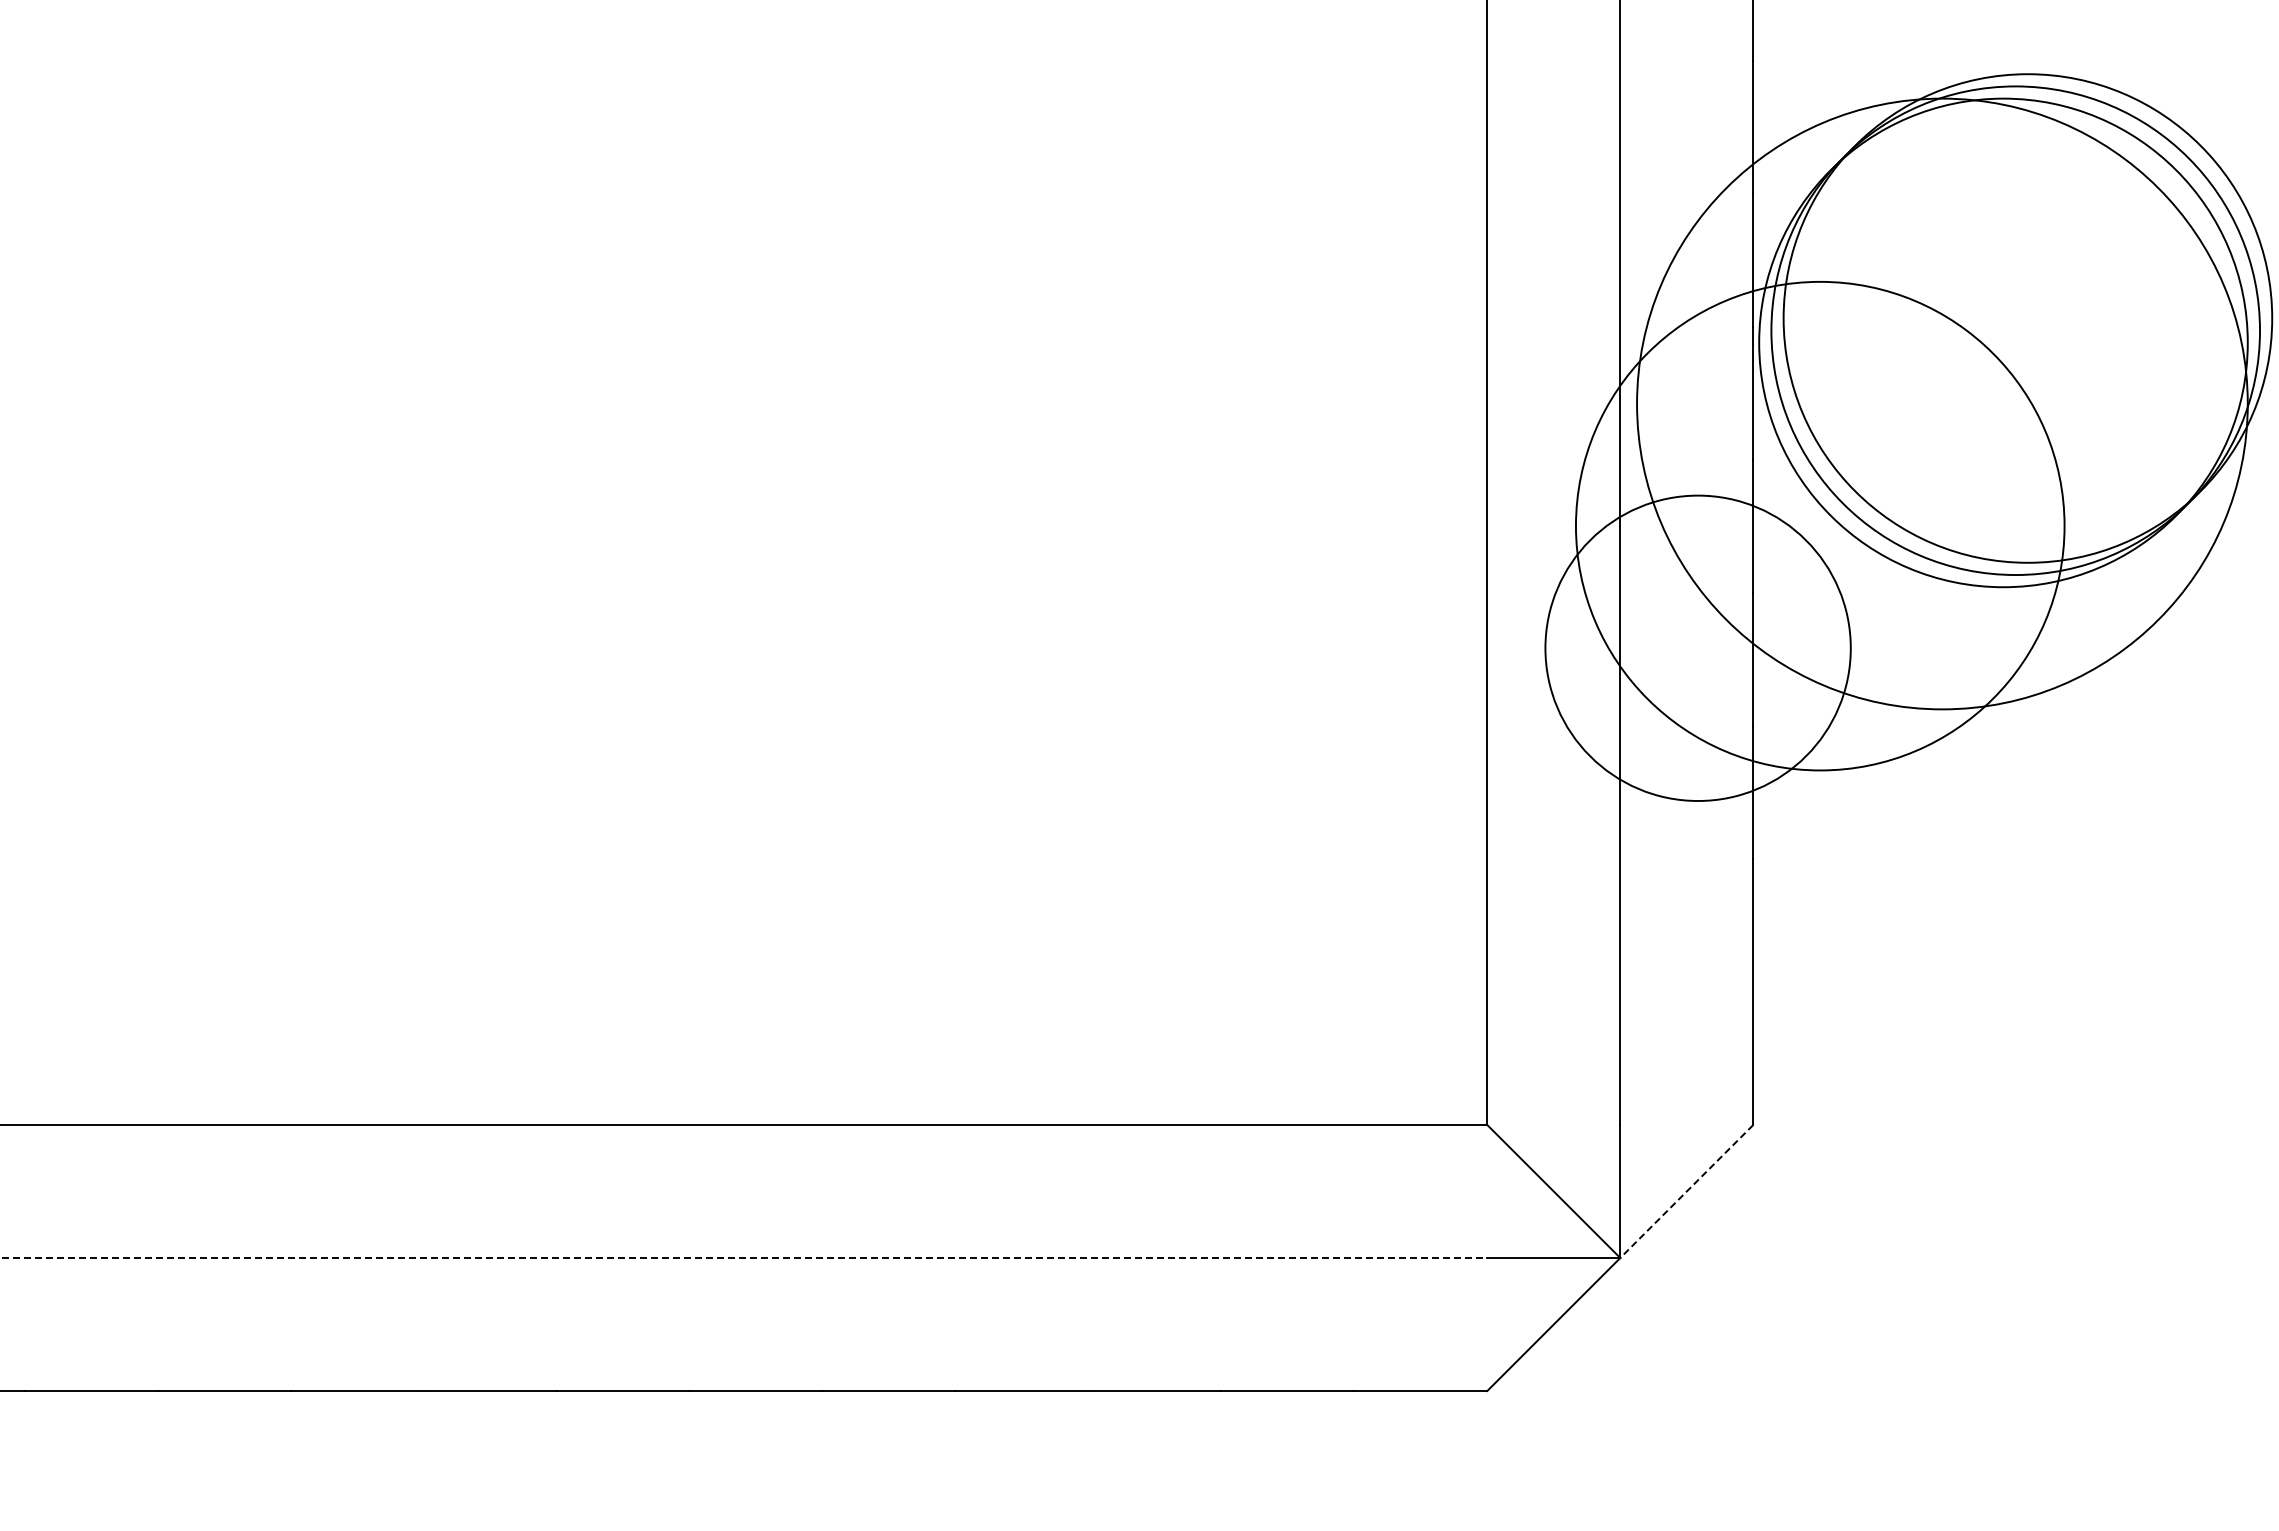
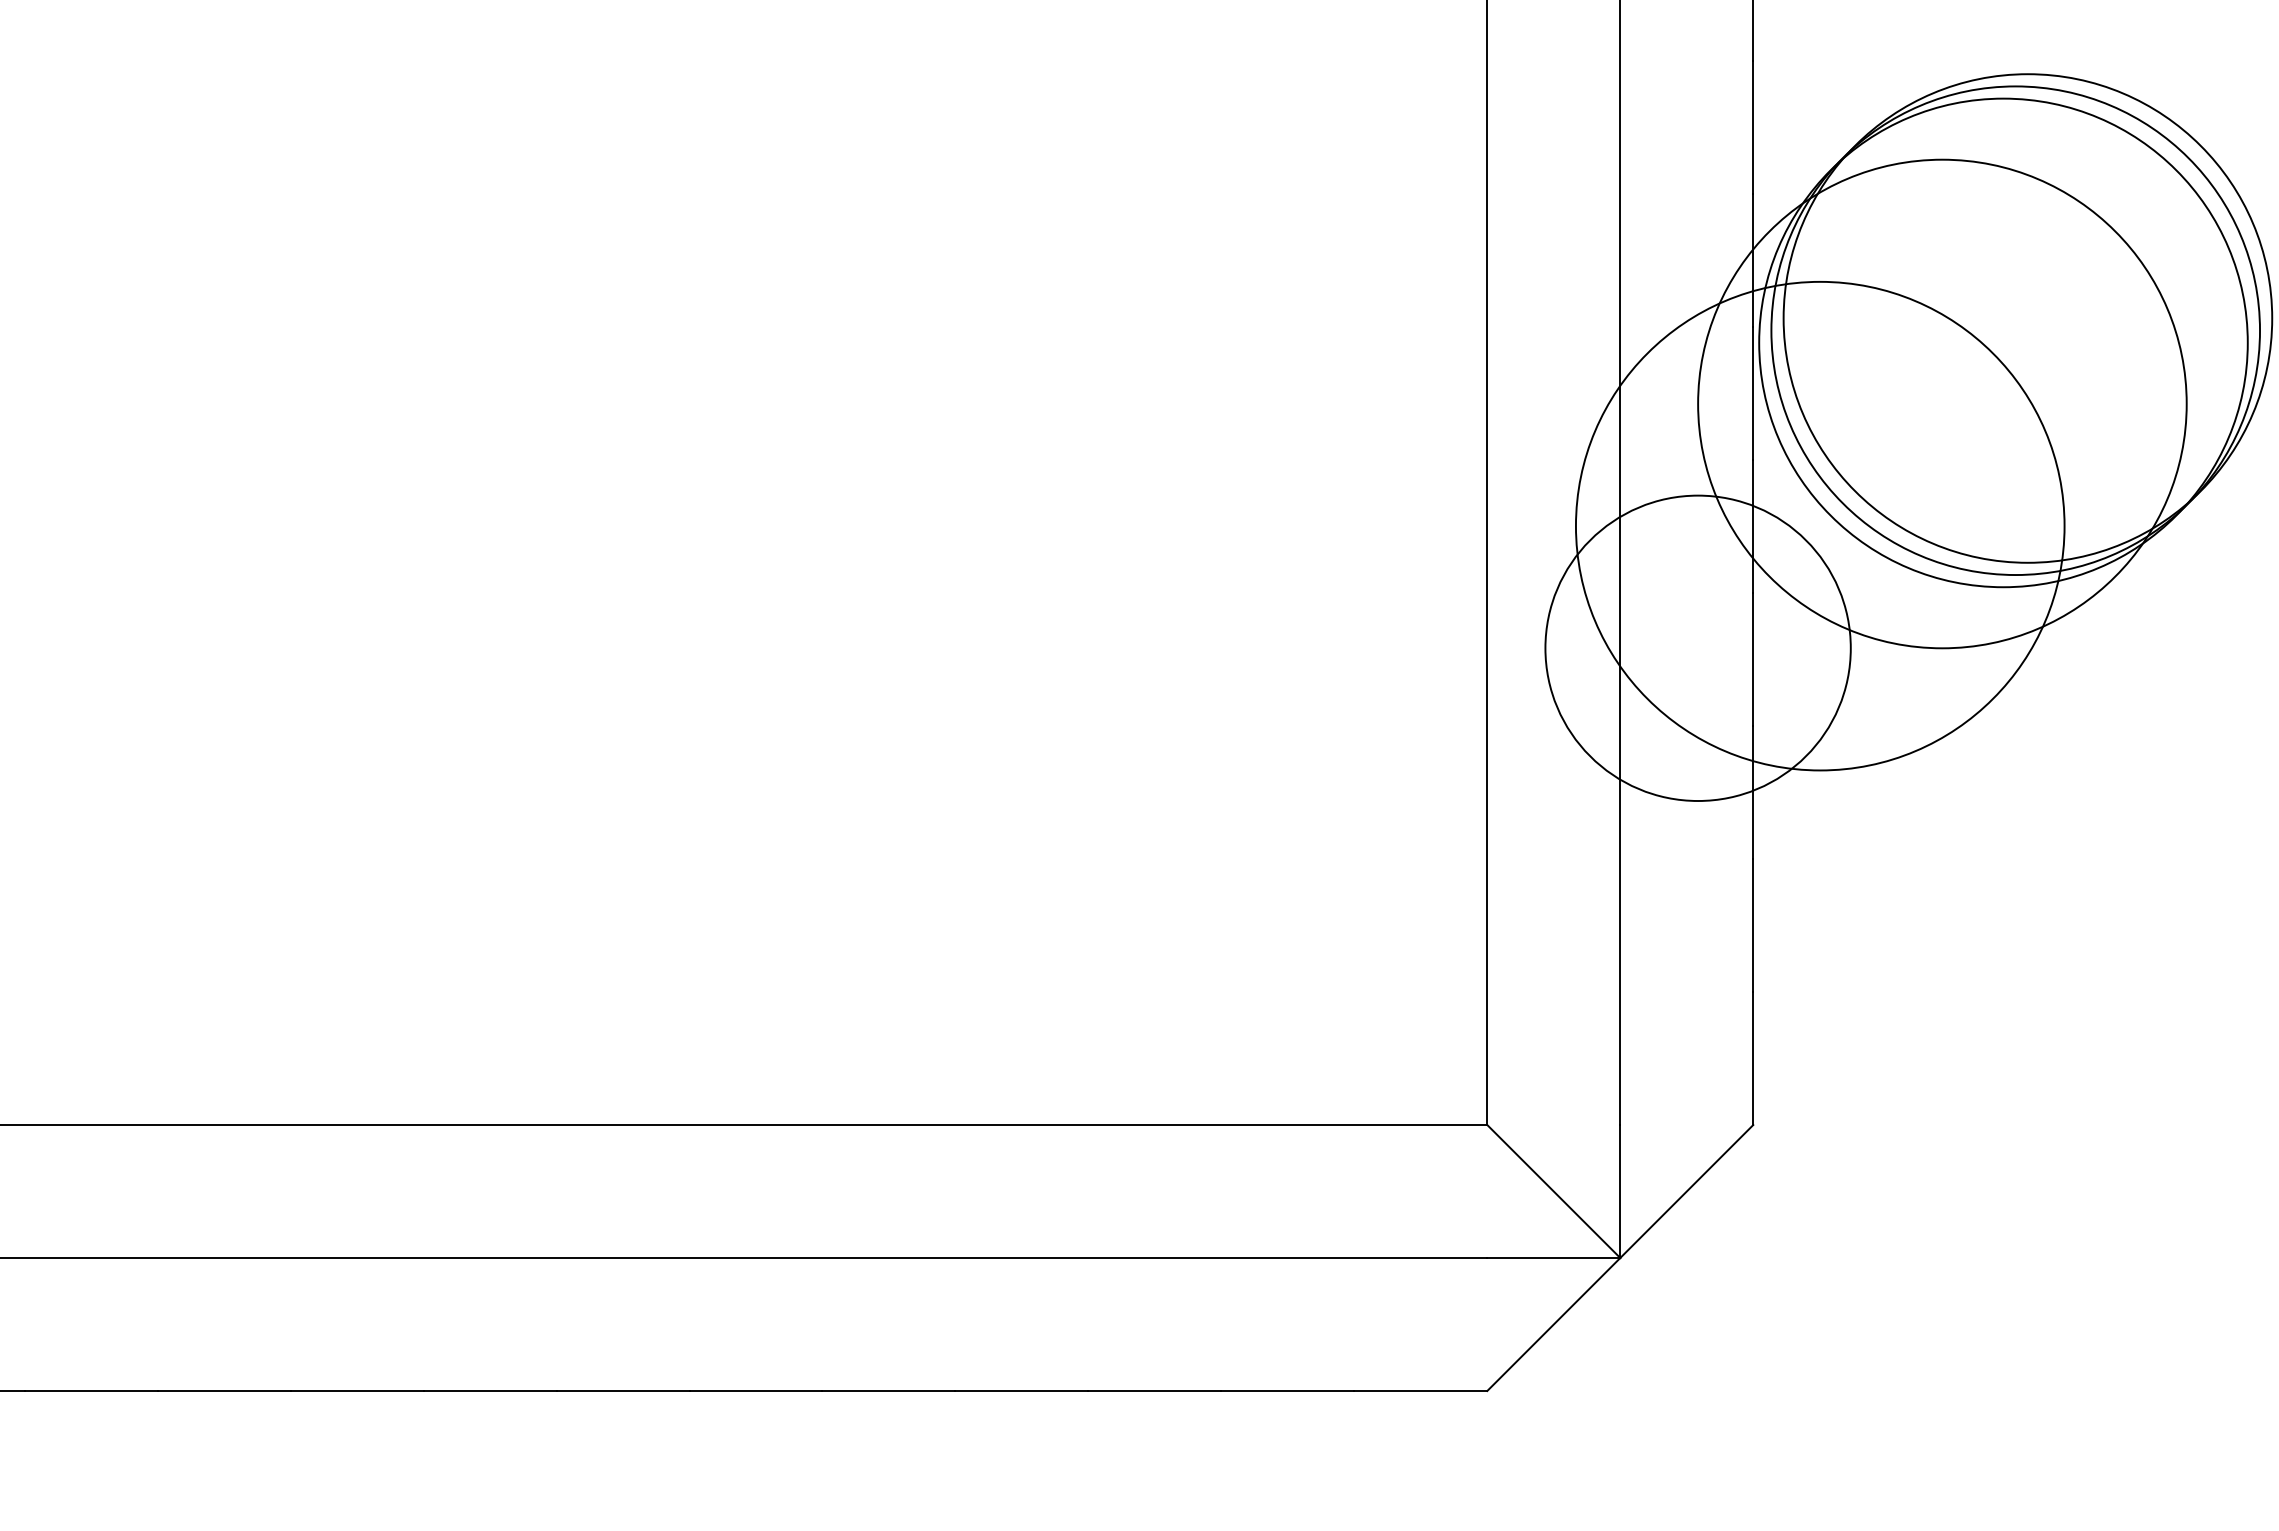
circle at (1942, 403) diameter: 611 px -> 489 px
line at (1686, 1191): dashed -> solid
line at (744, 1258): dashed -> solid
